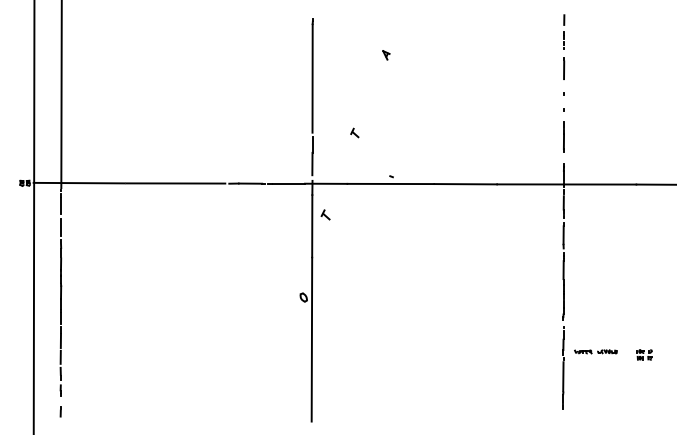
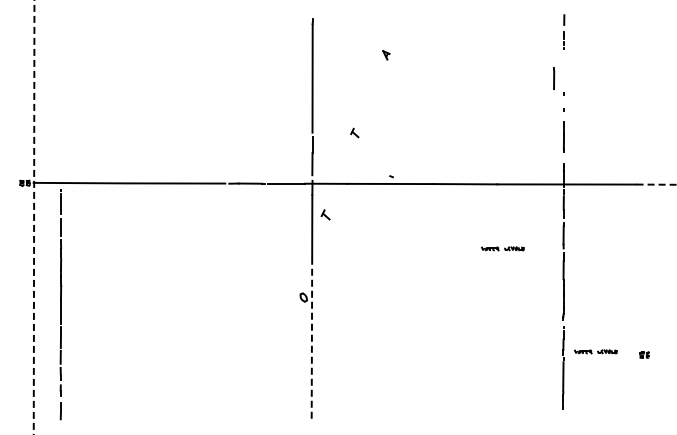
line at (564, 68) position: (564, 68) -> (554, 78)
line at (61, 95): present -> none
line at (656, 184): solid -> dashed
line at (34, 217): solid -> dashed
part at (502, 248): none -> present
line at (311, 339): solid -> dashed
part at (644, 354) size: 17x12 px -> 11x8 px
part at (60, 411) size: 3x12 px -> 3x19 px
